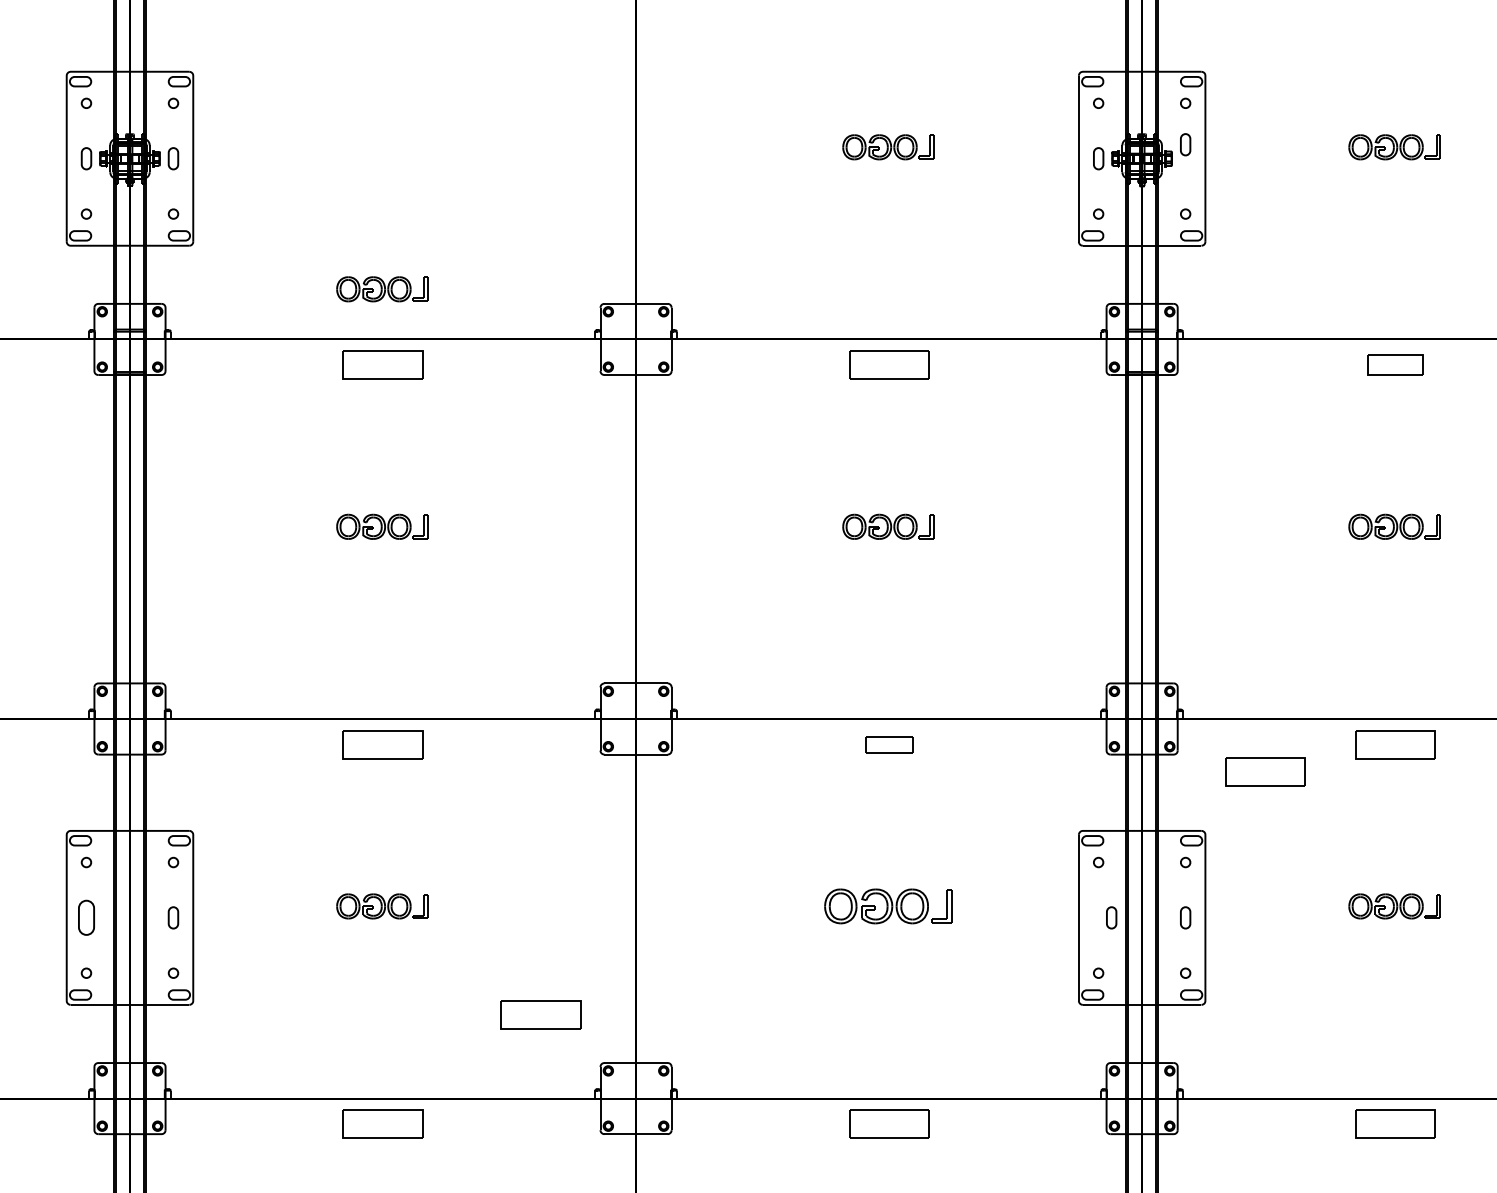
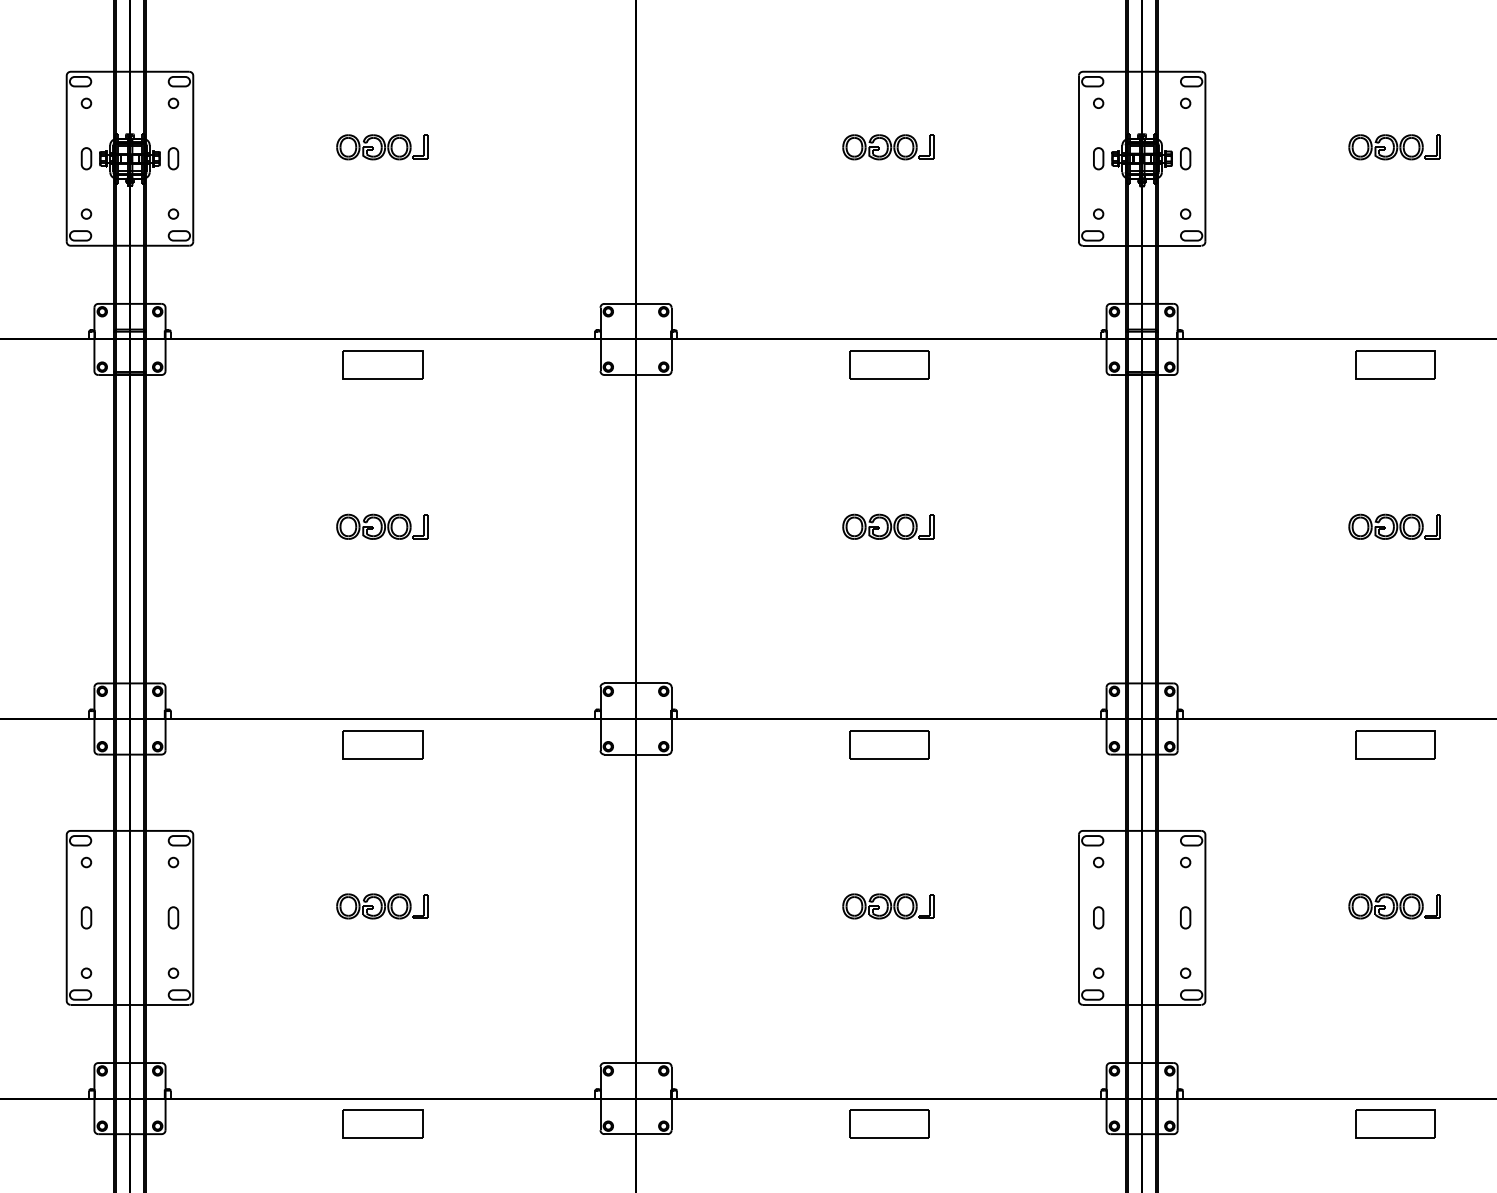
part at (1185, 144) position: (1185, 144) -> (1185, 158)
part at (382, 289) position: (382, 289) -> (382, 147)
part at (1395, 364) size: 57x22 px -> 81x30 px
part at (889, 744) size: 49x18 px -> 81x30 px
part at (1265, 771): present -> none
part at (888, 906) size: 129x37 px -> 93x27 px
part at (86, 917) size: 17x37 px -> 13x24 px
part at (1111, 917) position: (1111, 917) -> (1098, 917)
part at (540, 1014): present -> none
